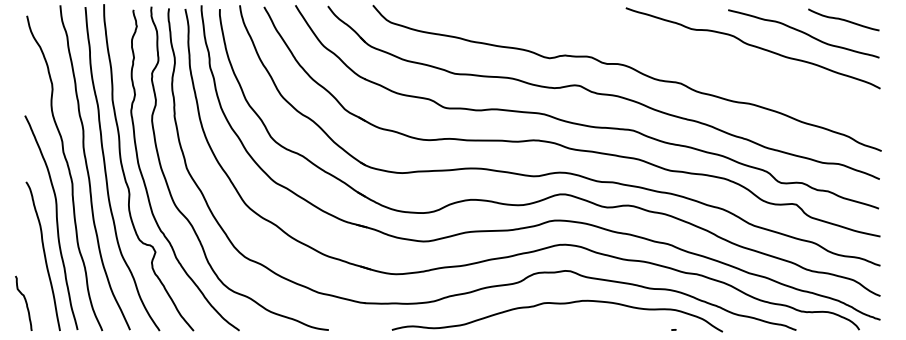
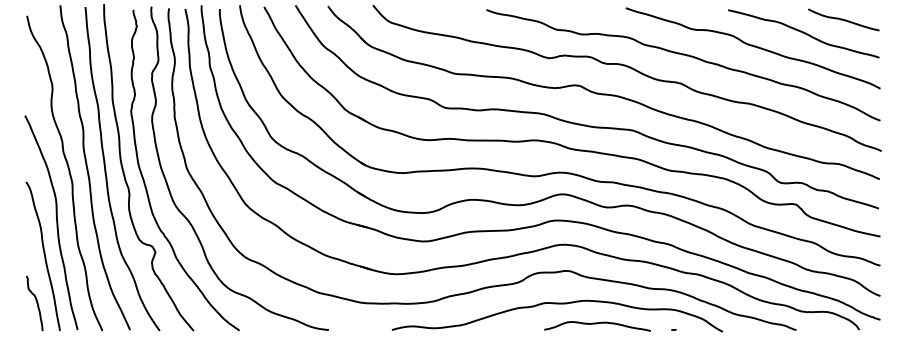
curve at (686, 56): none -> present
curve at (25, 302) position: (25, 302) -> (36, 302)
curve at (597, 324): none -> present
